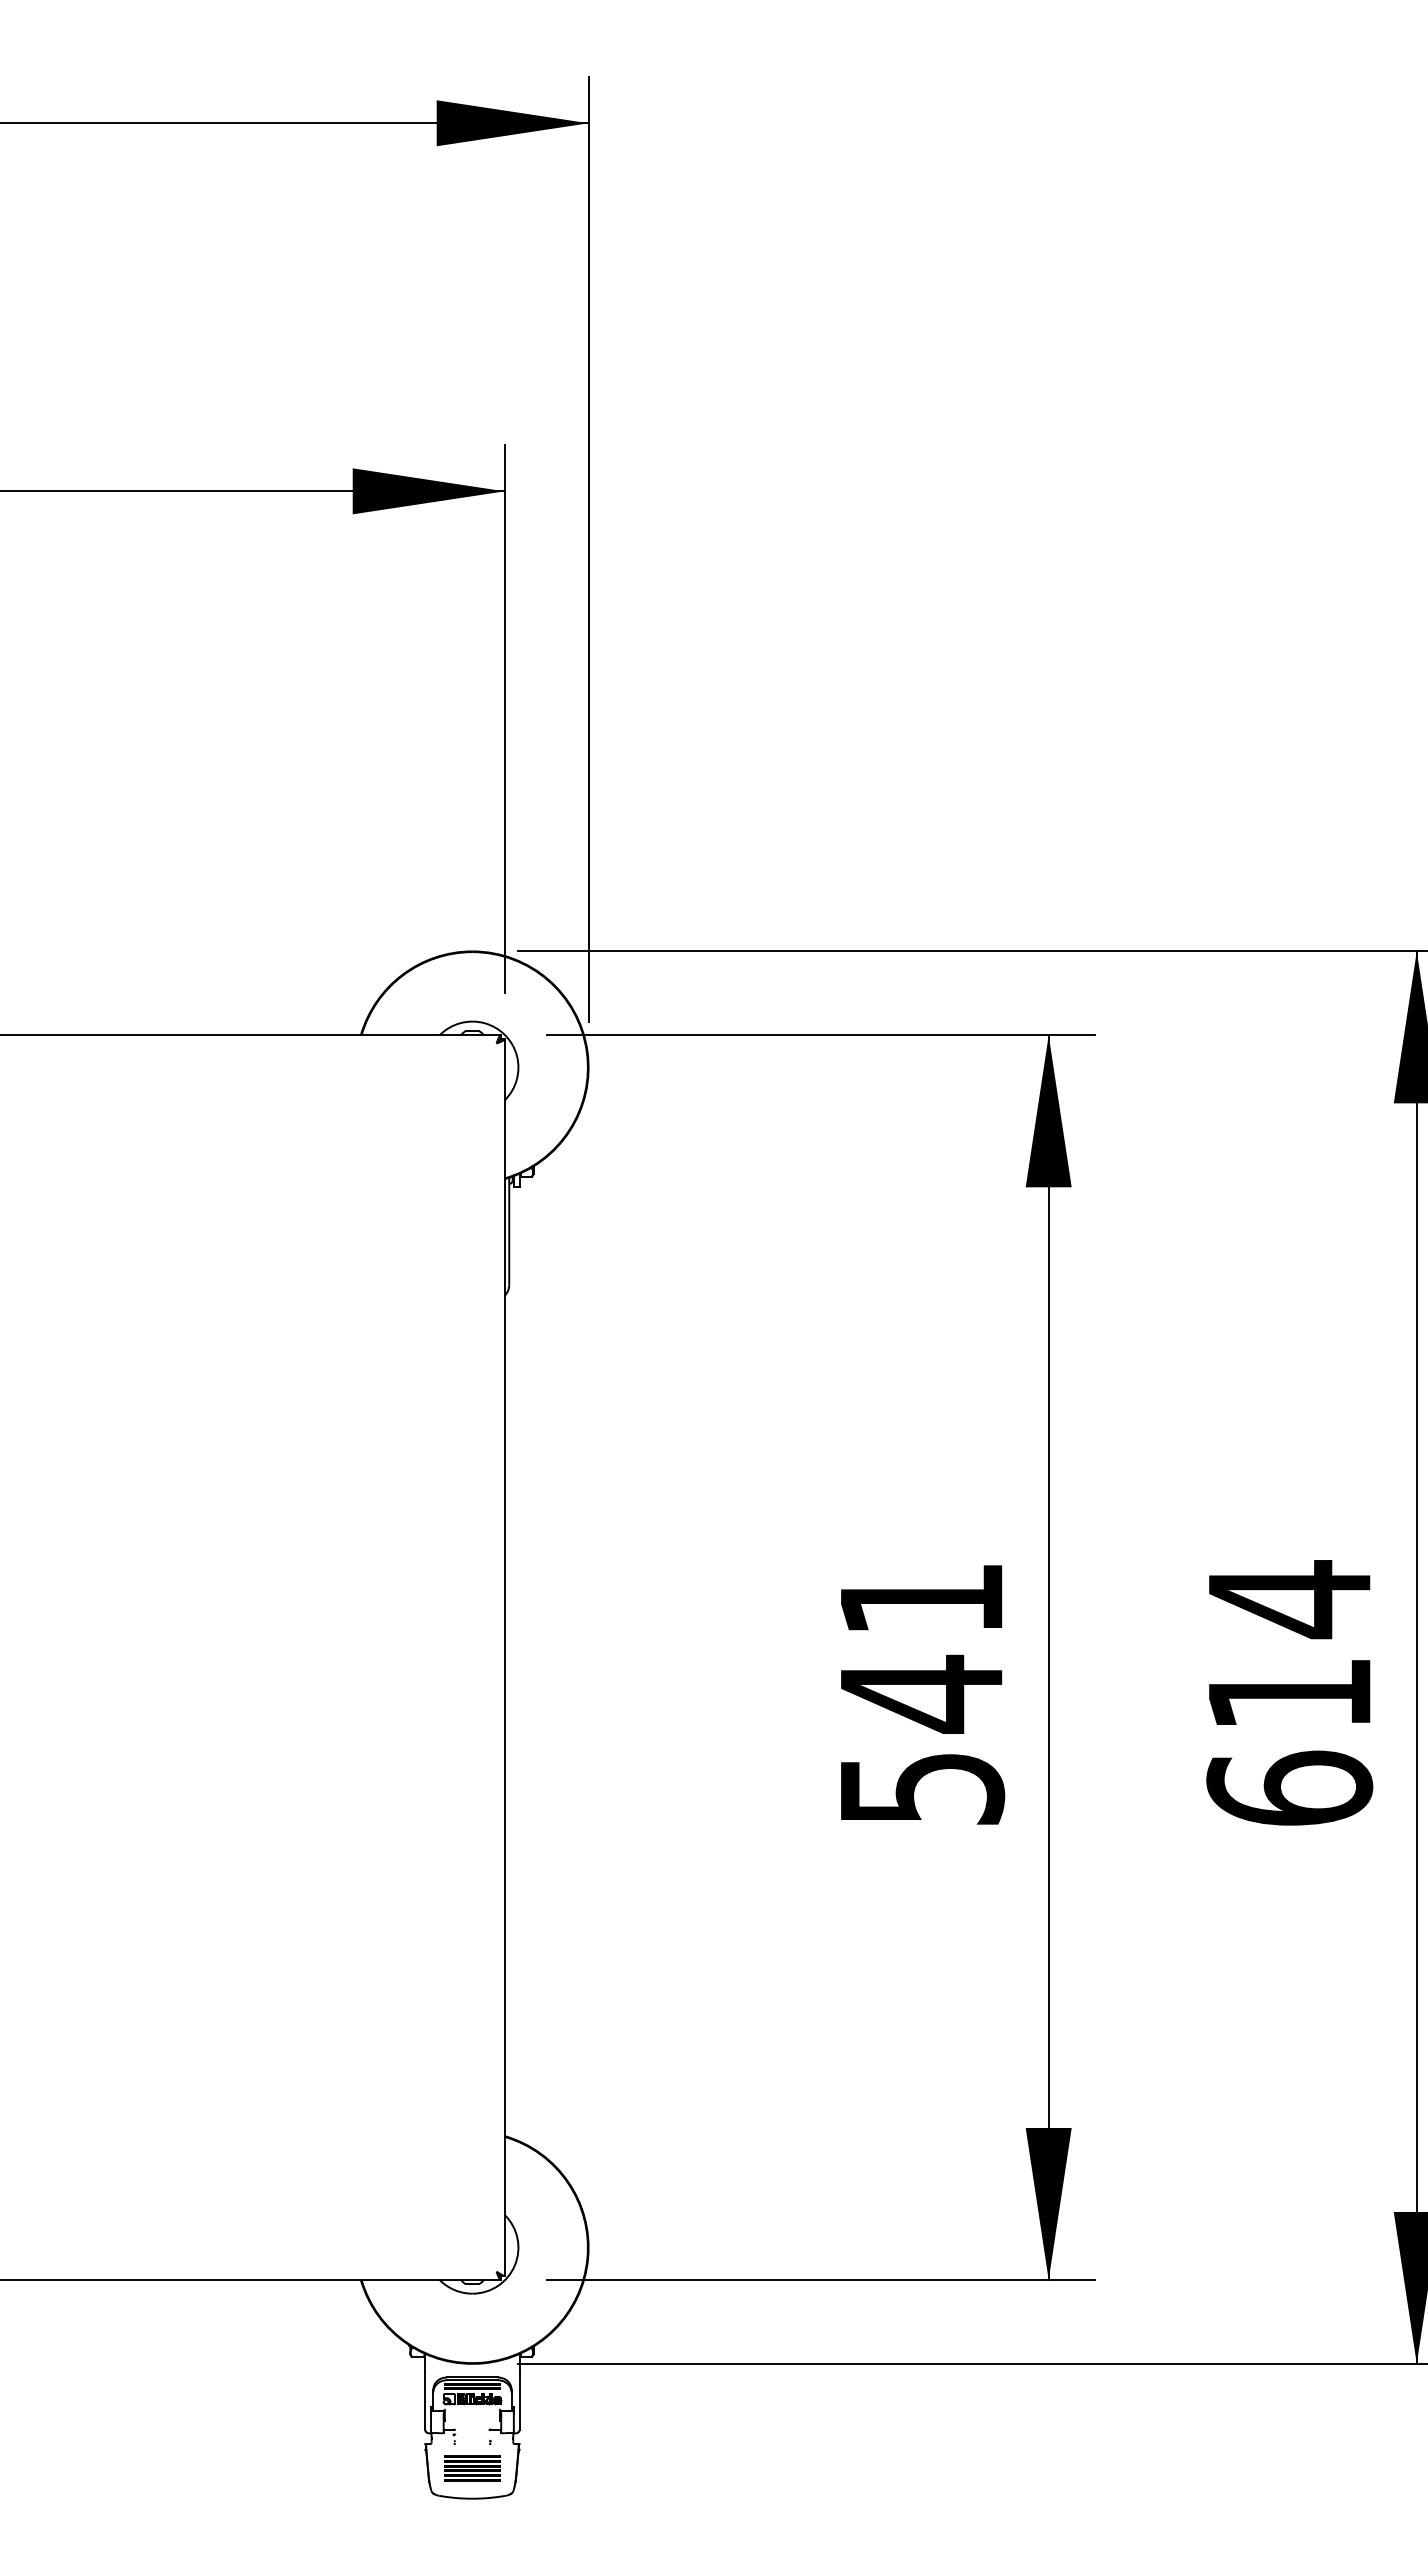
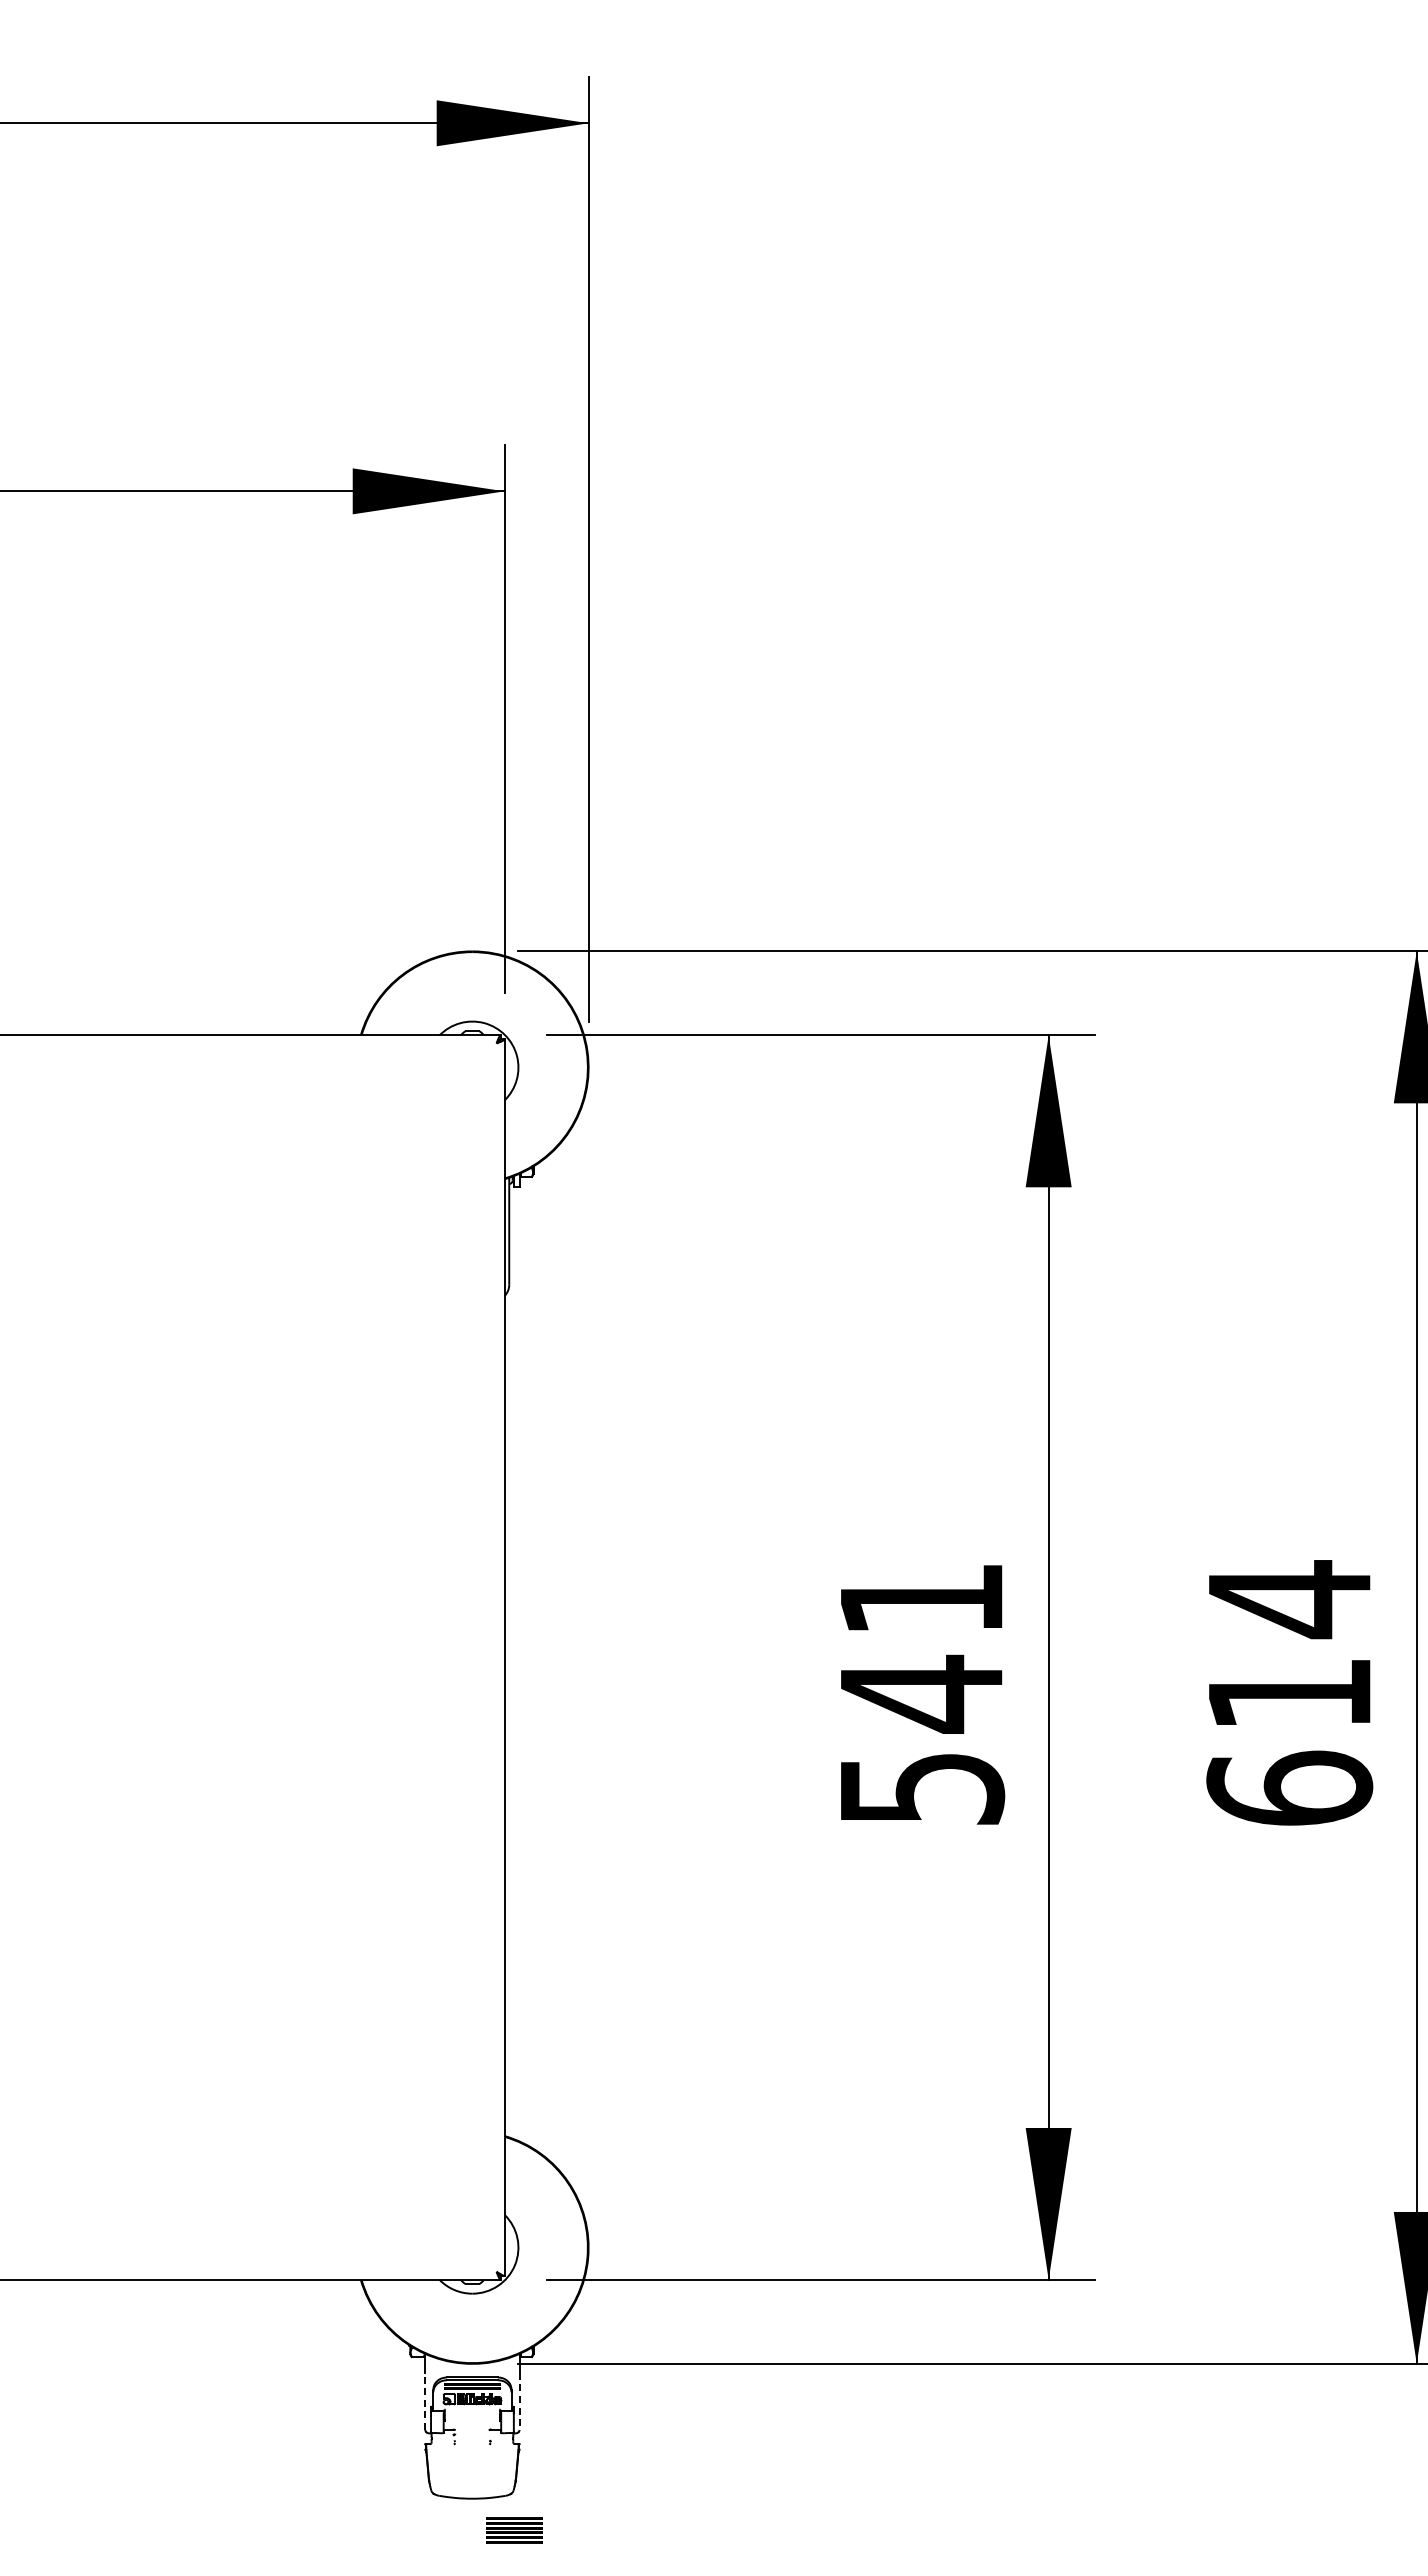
line at (425, 2401): solid -> dashed
line at (519, 2401): solid -> dashed
part at (472, 2468) position: (472, 2468) -> (514, 2530)
